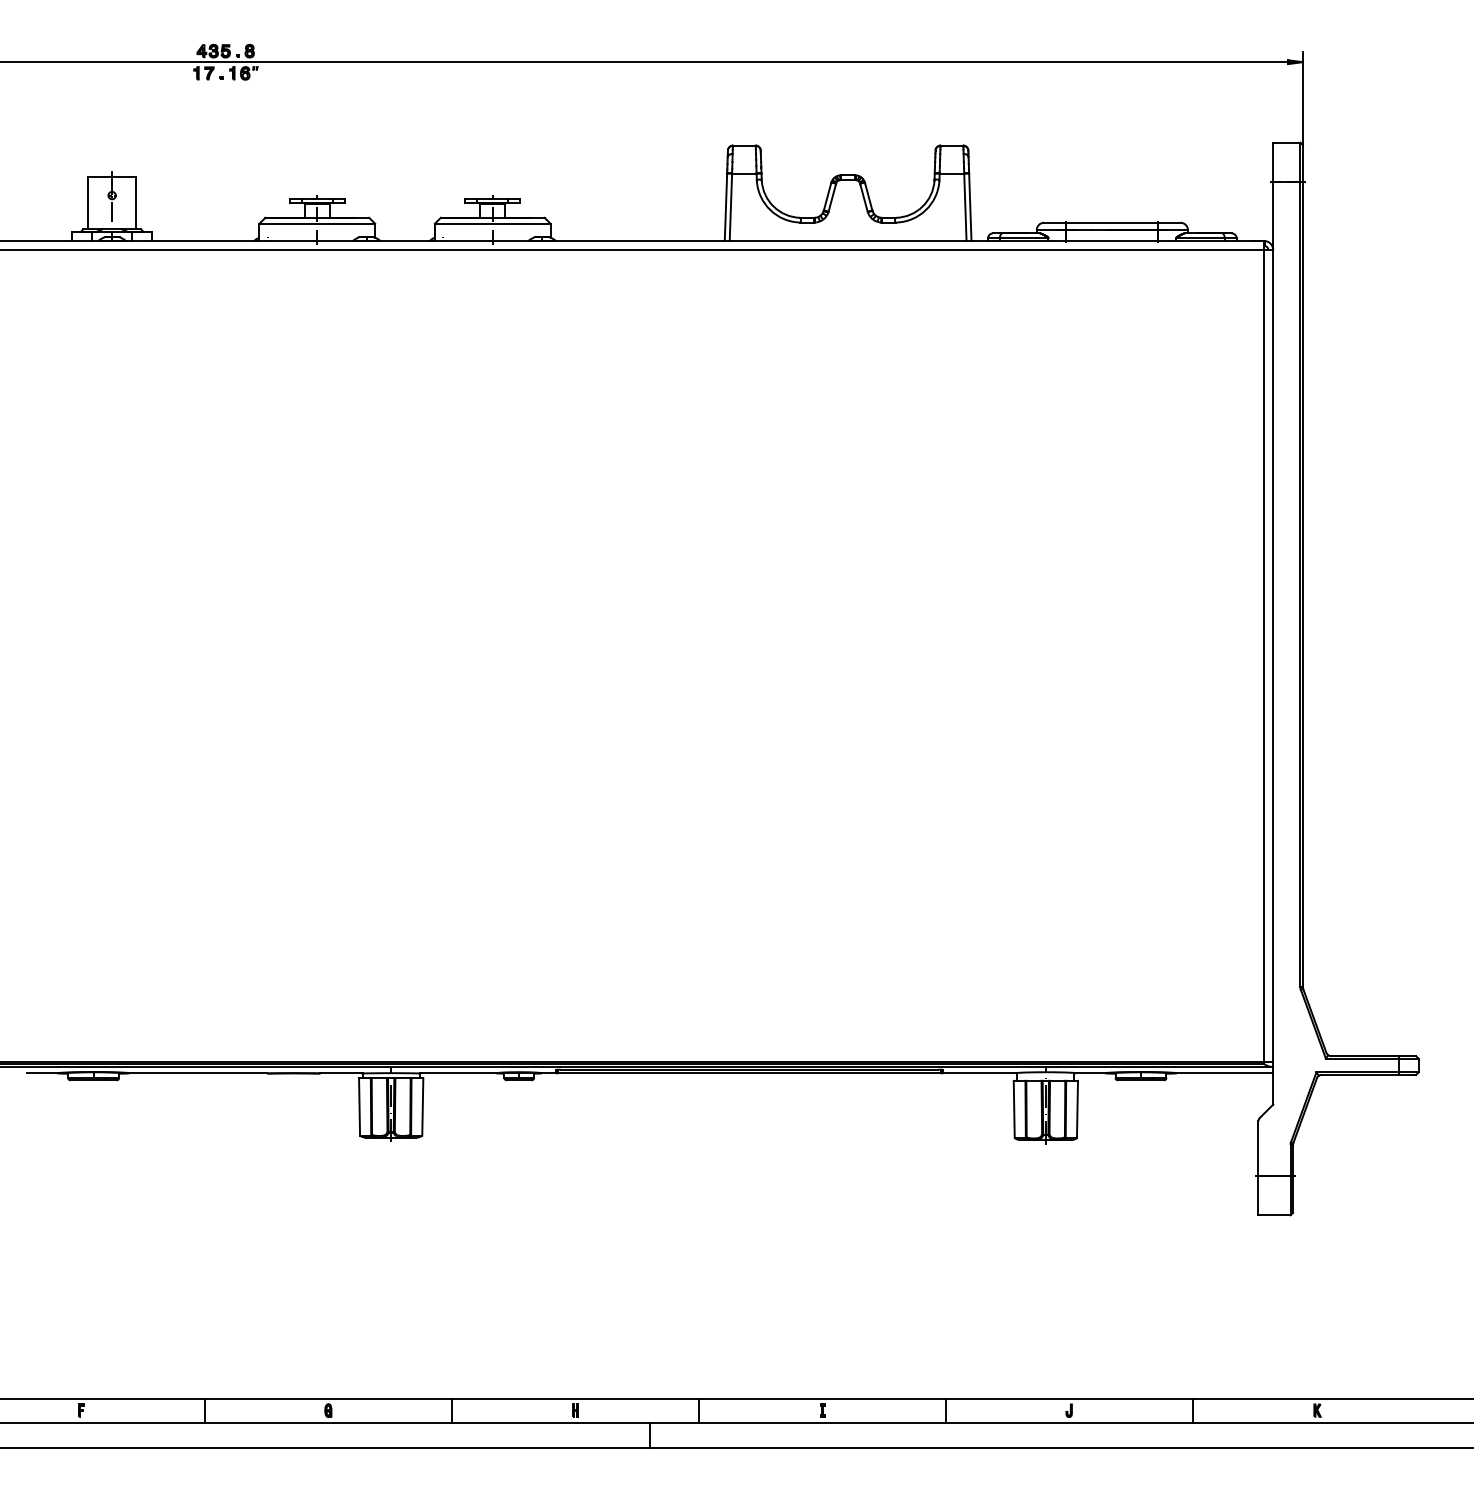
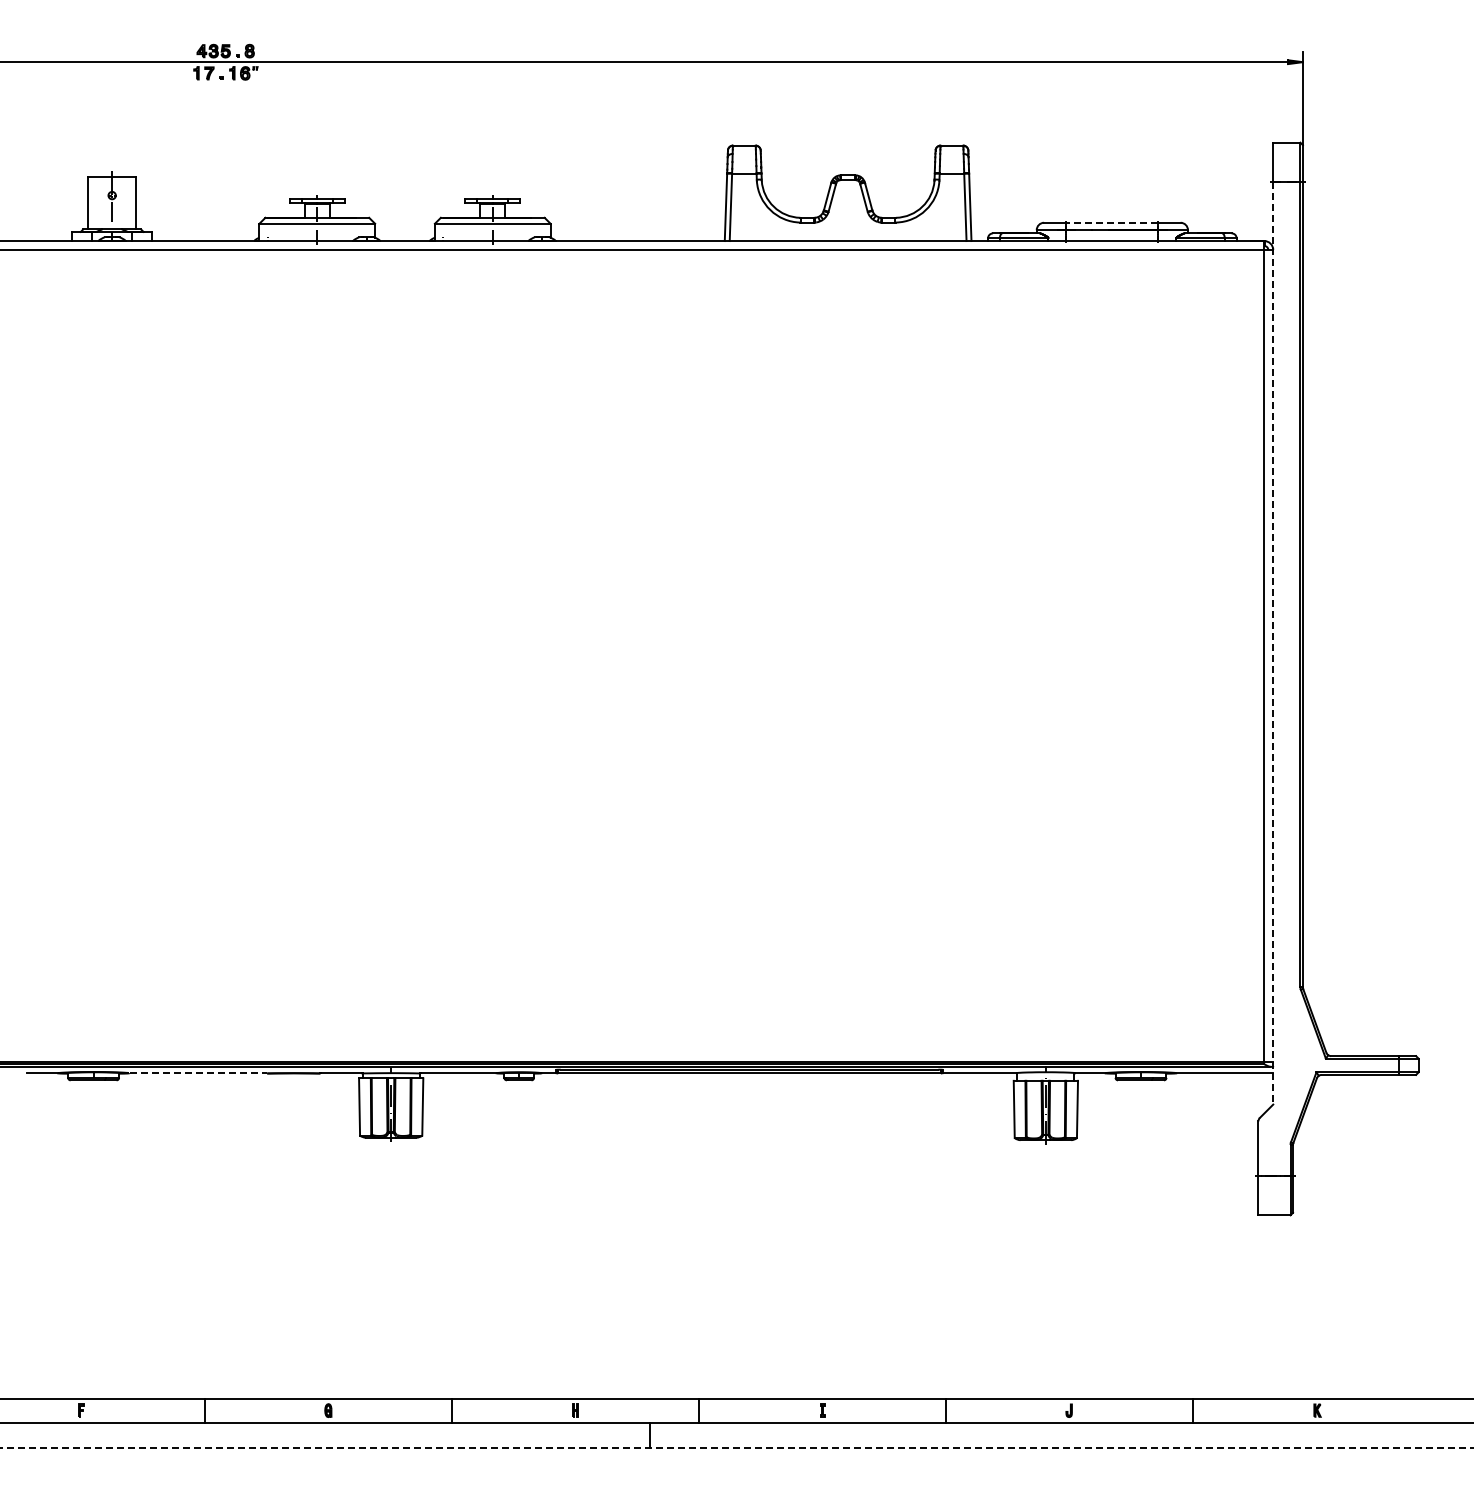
line at (1112, 222): solid -> dashed
line at (1273, 643): solid -> dashed
line at (193, 1073): solid -> dashed
line at (736, 1448): solid -> dashed
